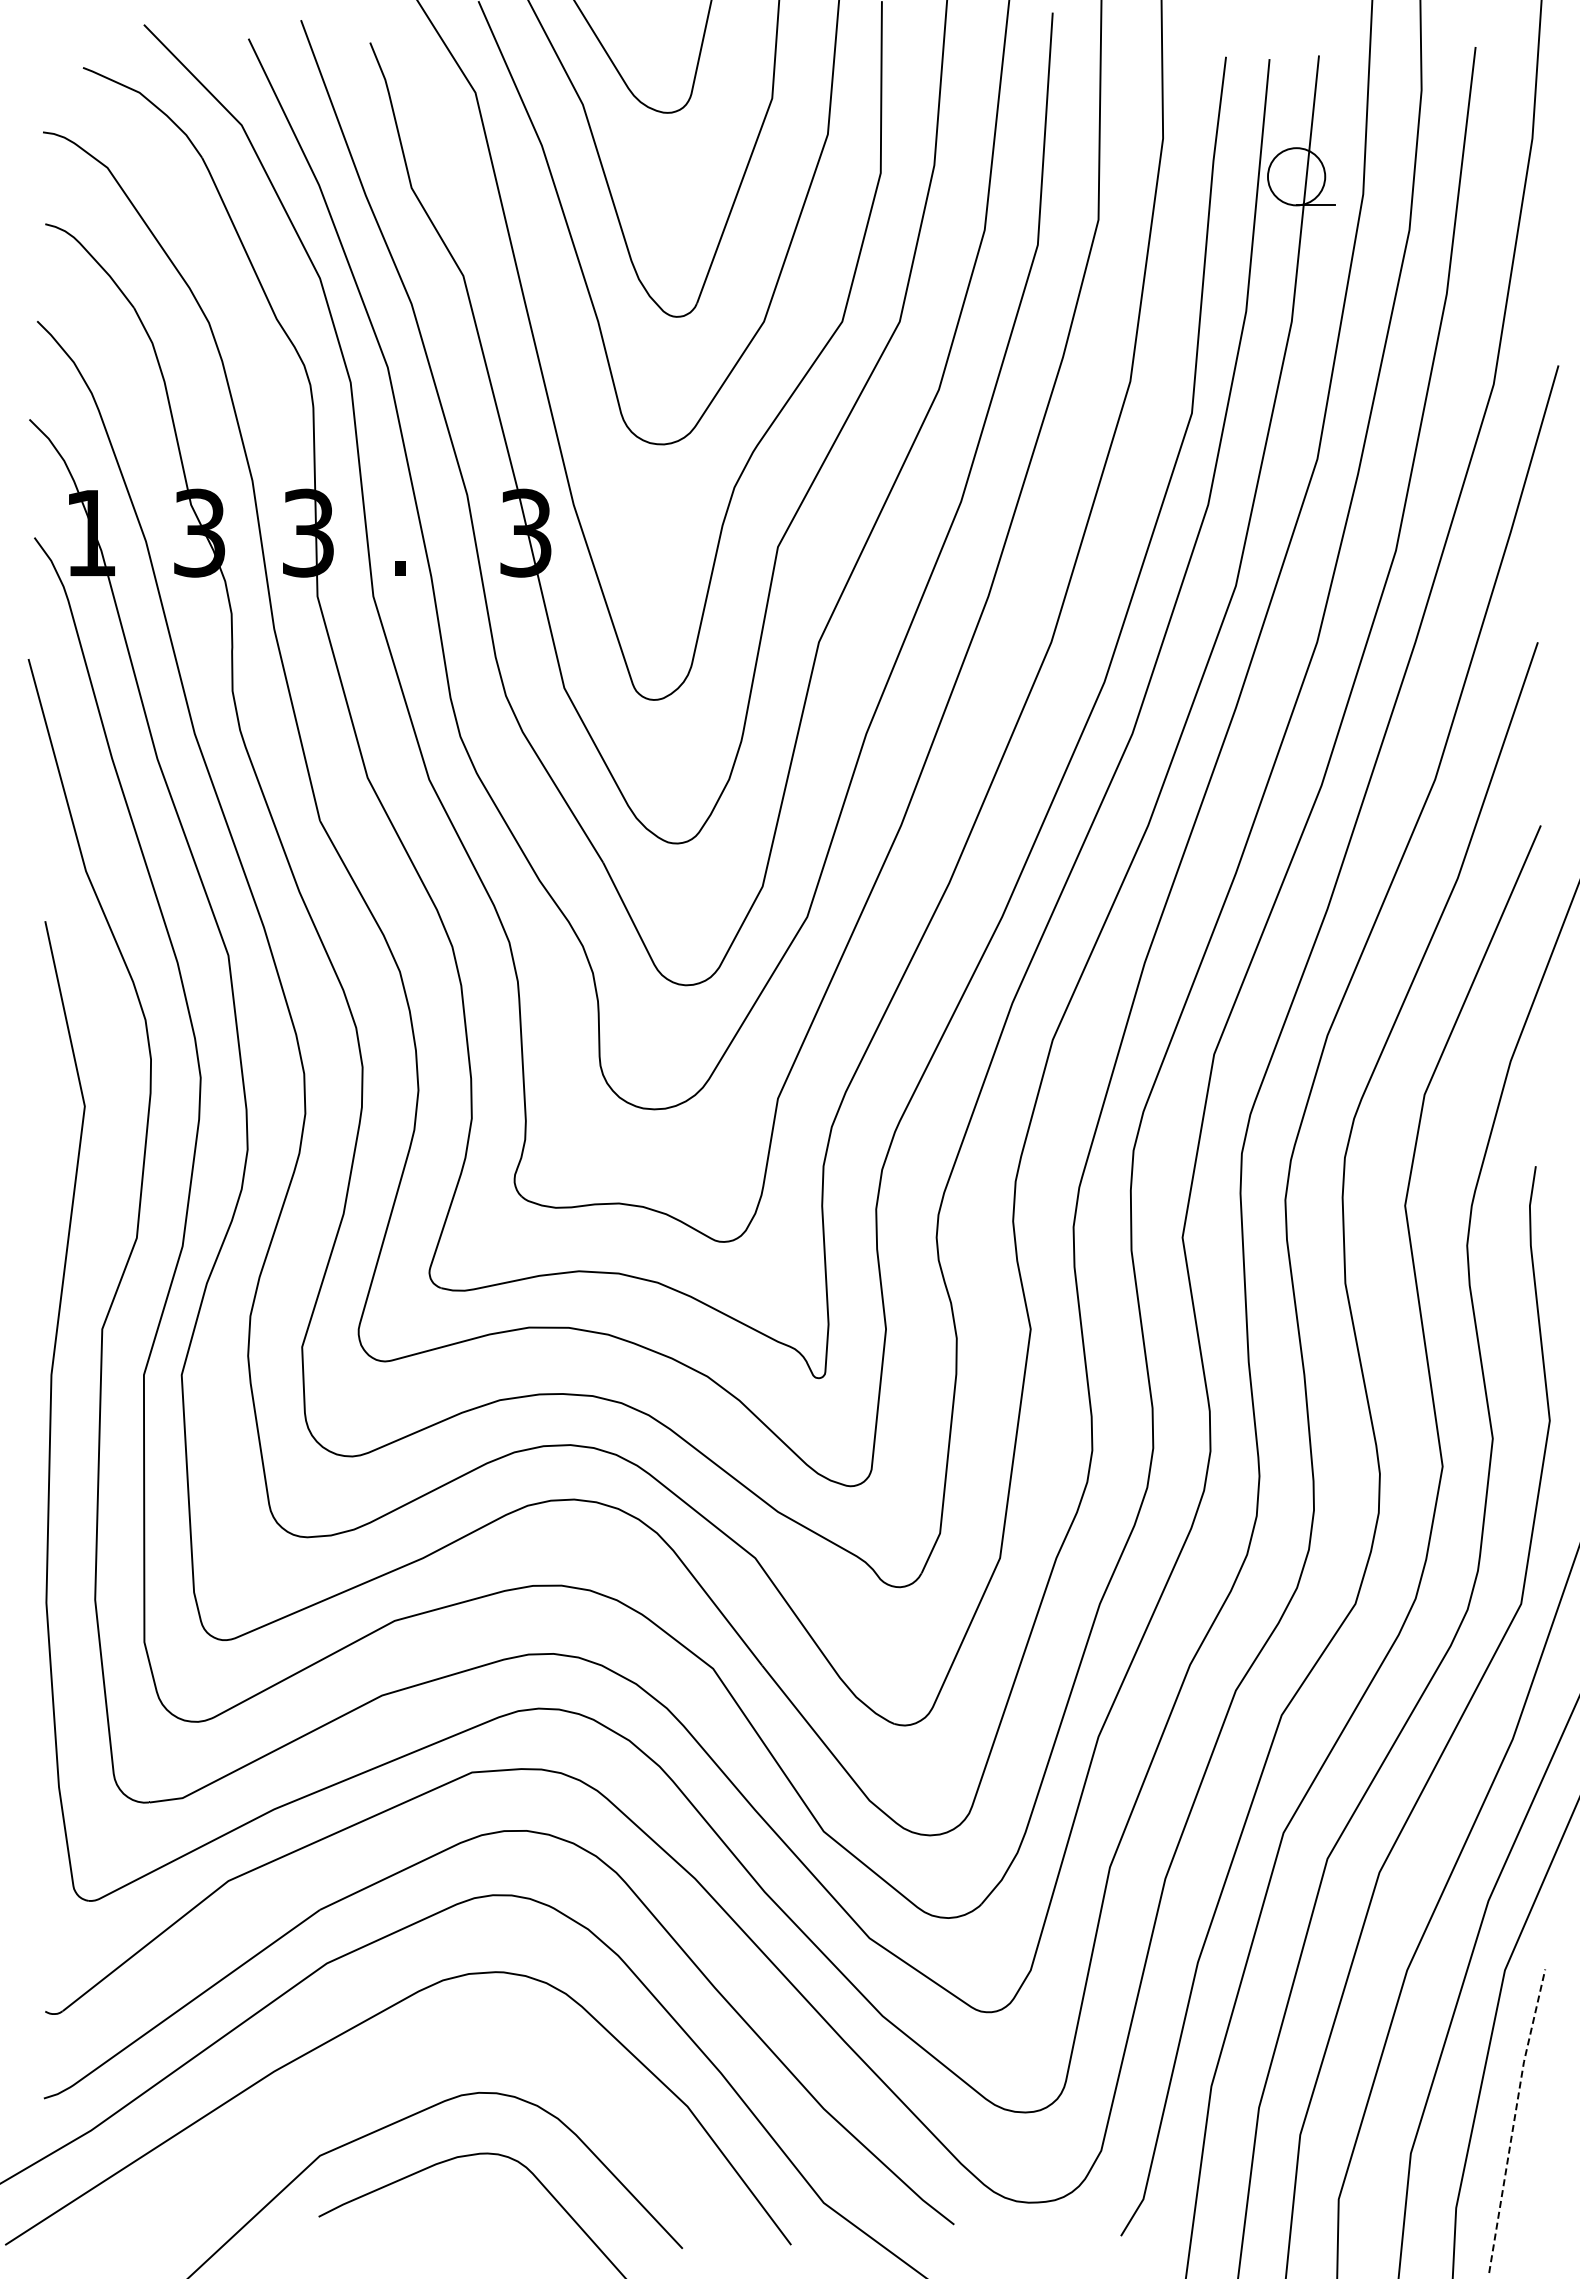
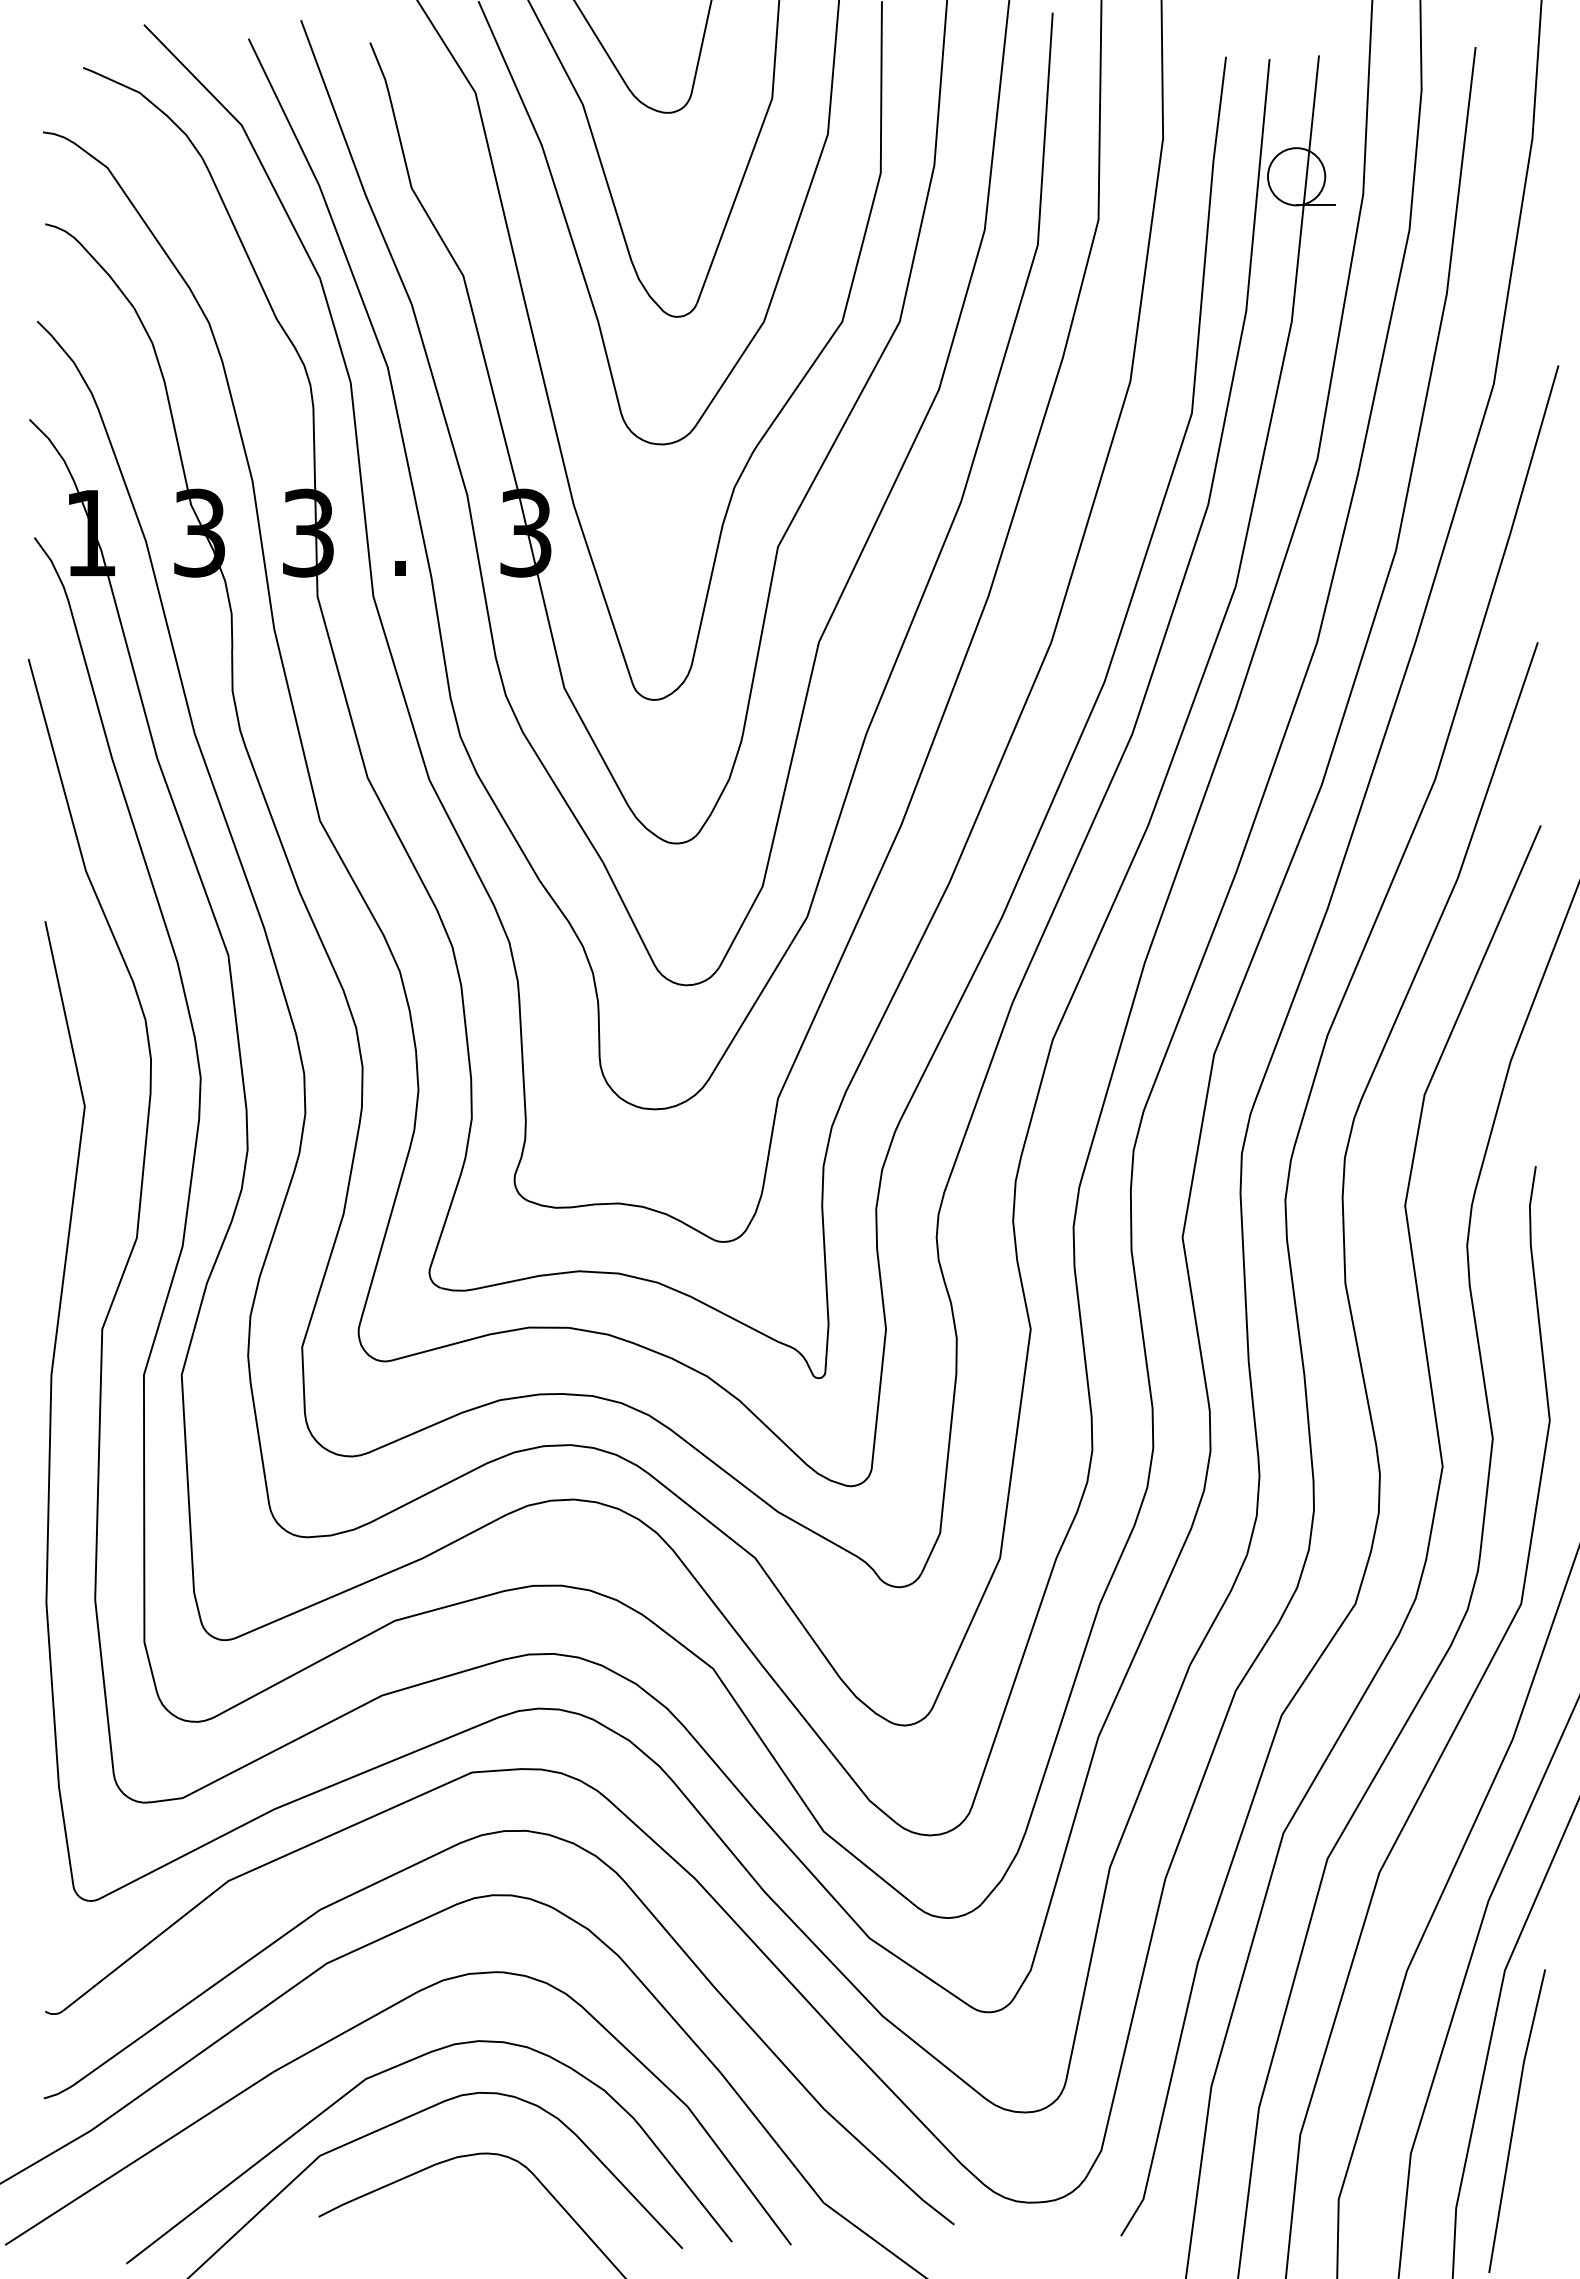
curve at (394, 2068): none -> present
line at (1514, 2120): dashed -> solid
